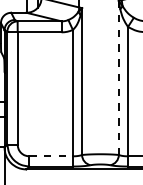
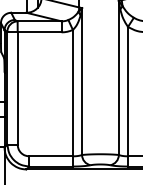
line at (118, 78): dashed -> solid
line at (51, 156): dashed -> solid
